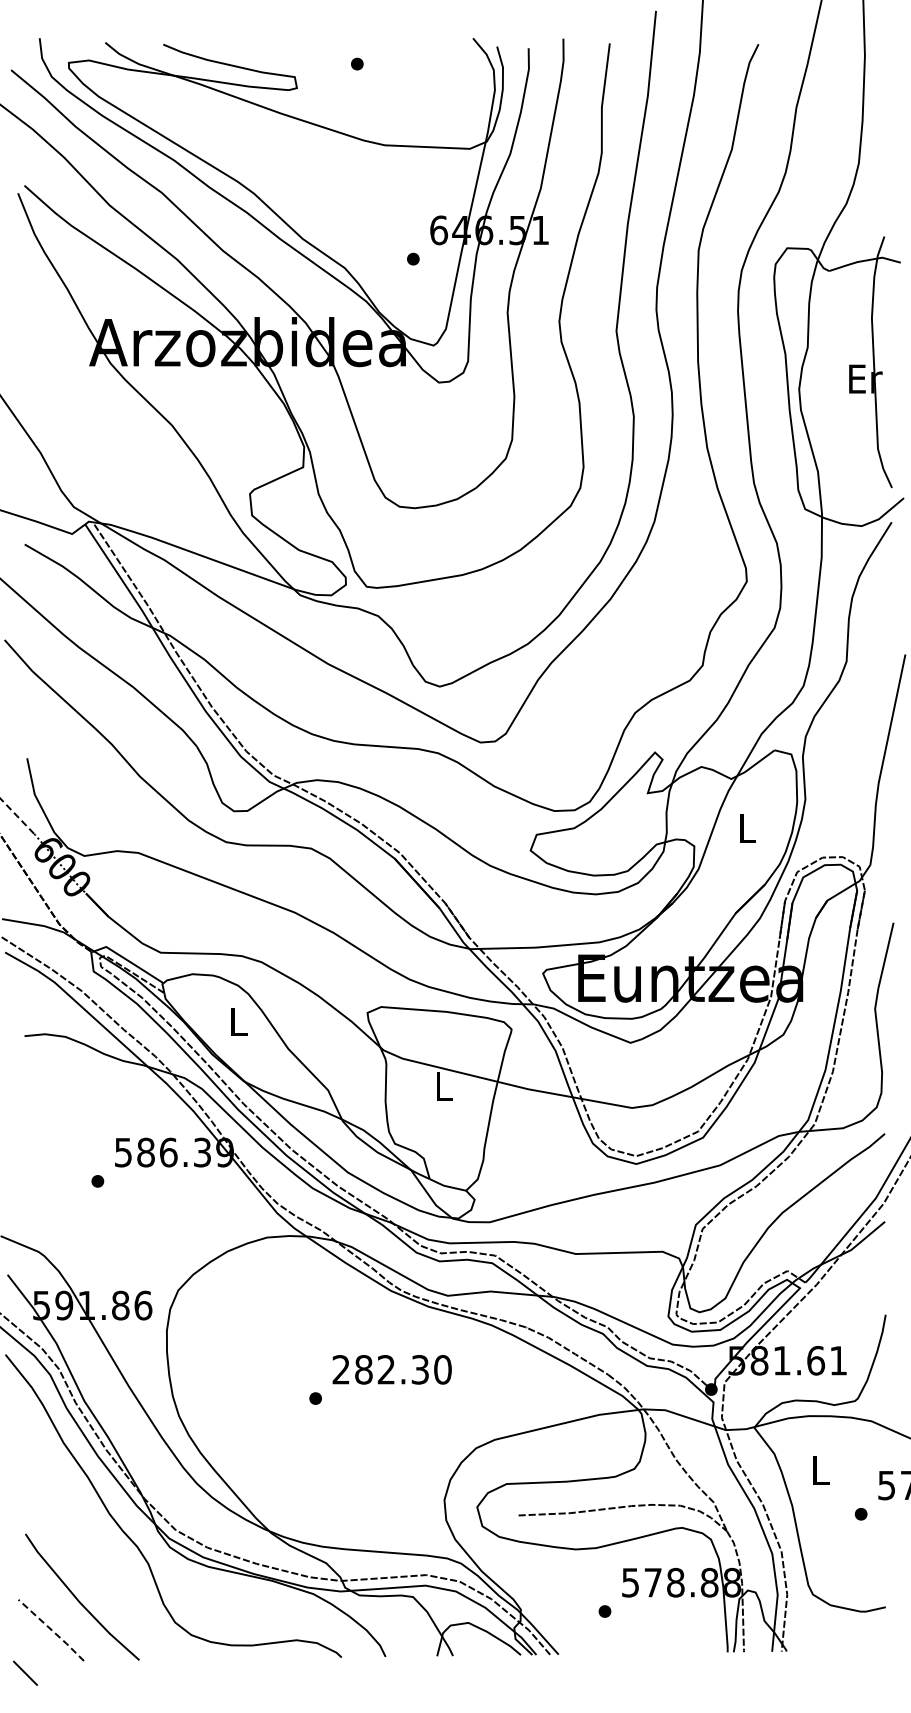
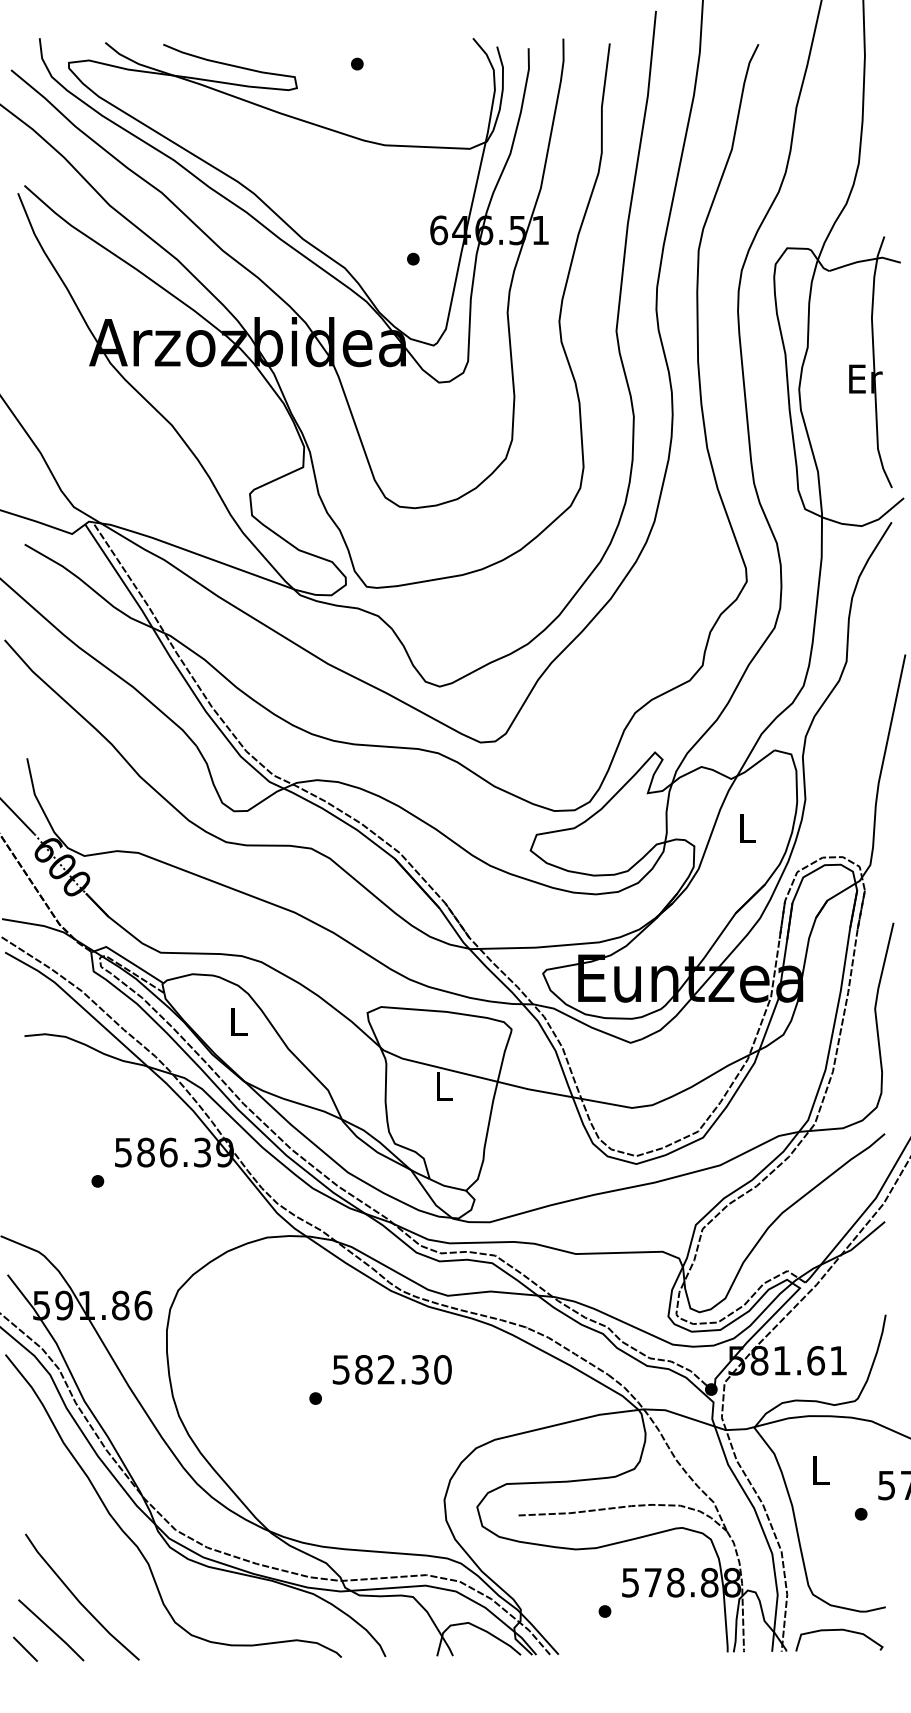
line at (17, 816): dashed -> solid
text at (340, 1369): 282.30 -> 582.30
line at (52, 1630): dashed -> solid
curve at (839, 1630): none -> present
line at (25, 1672) position: (25, 1672) -> (25, 1648)
